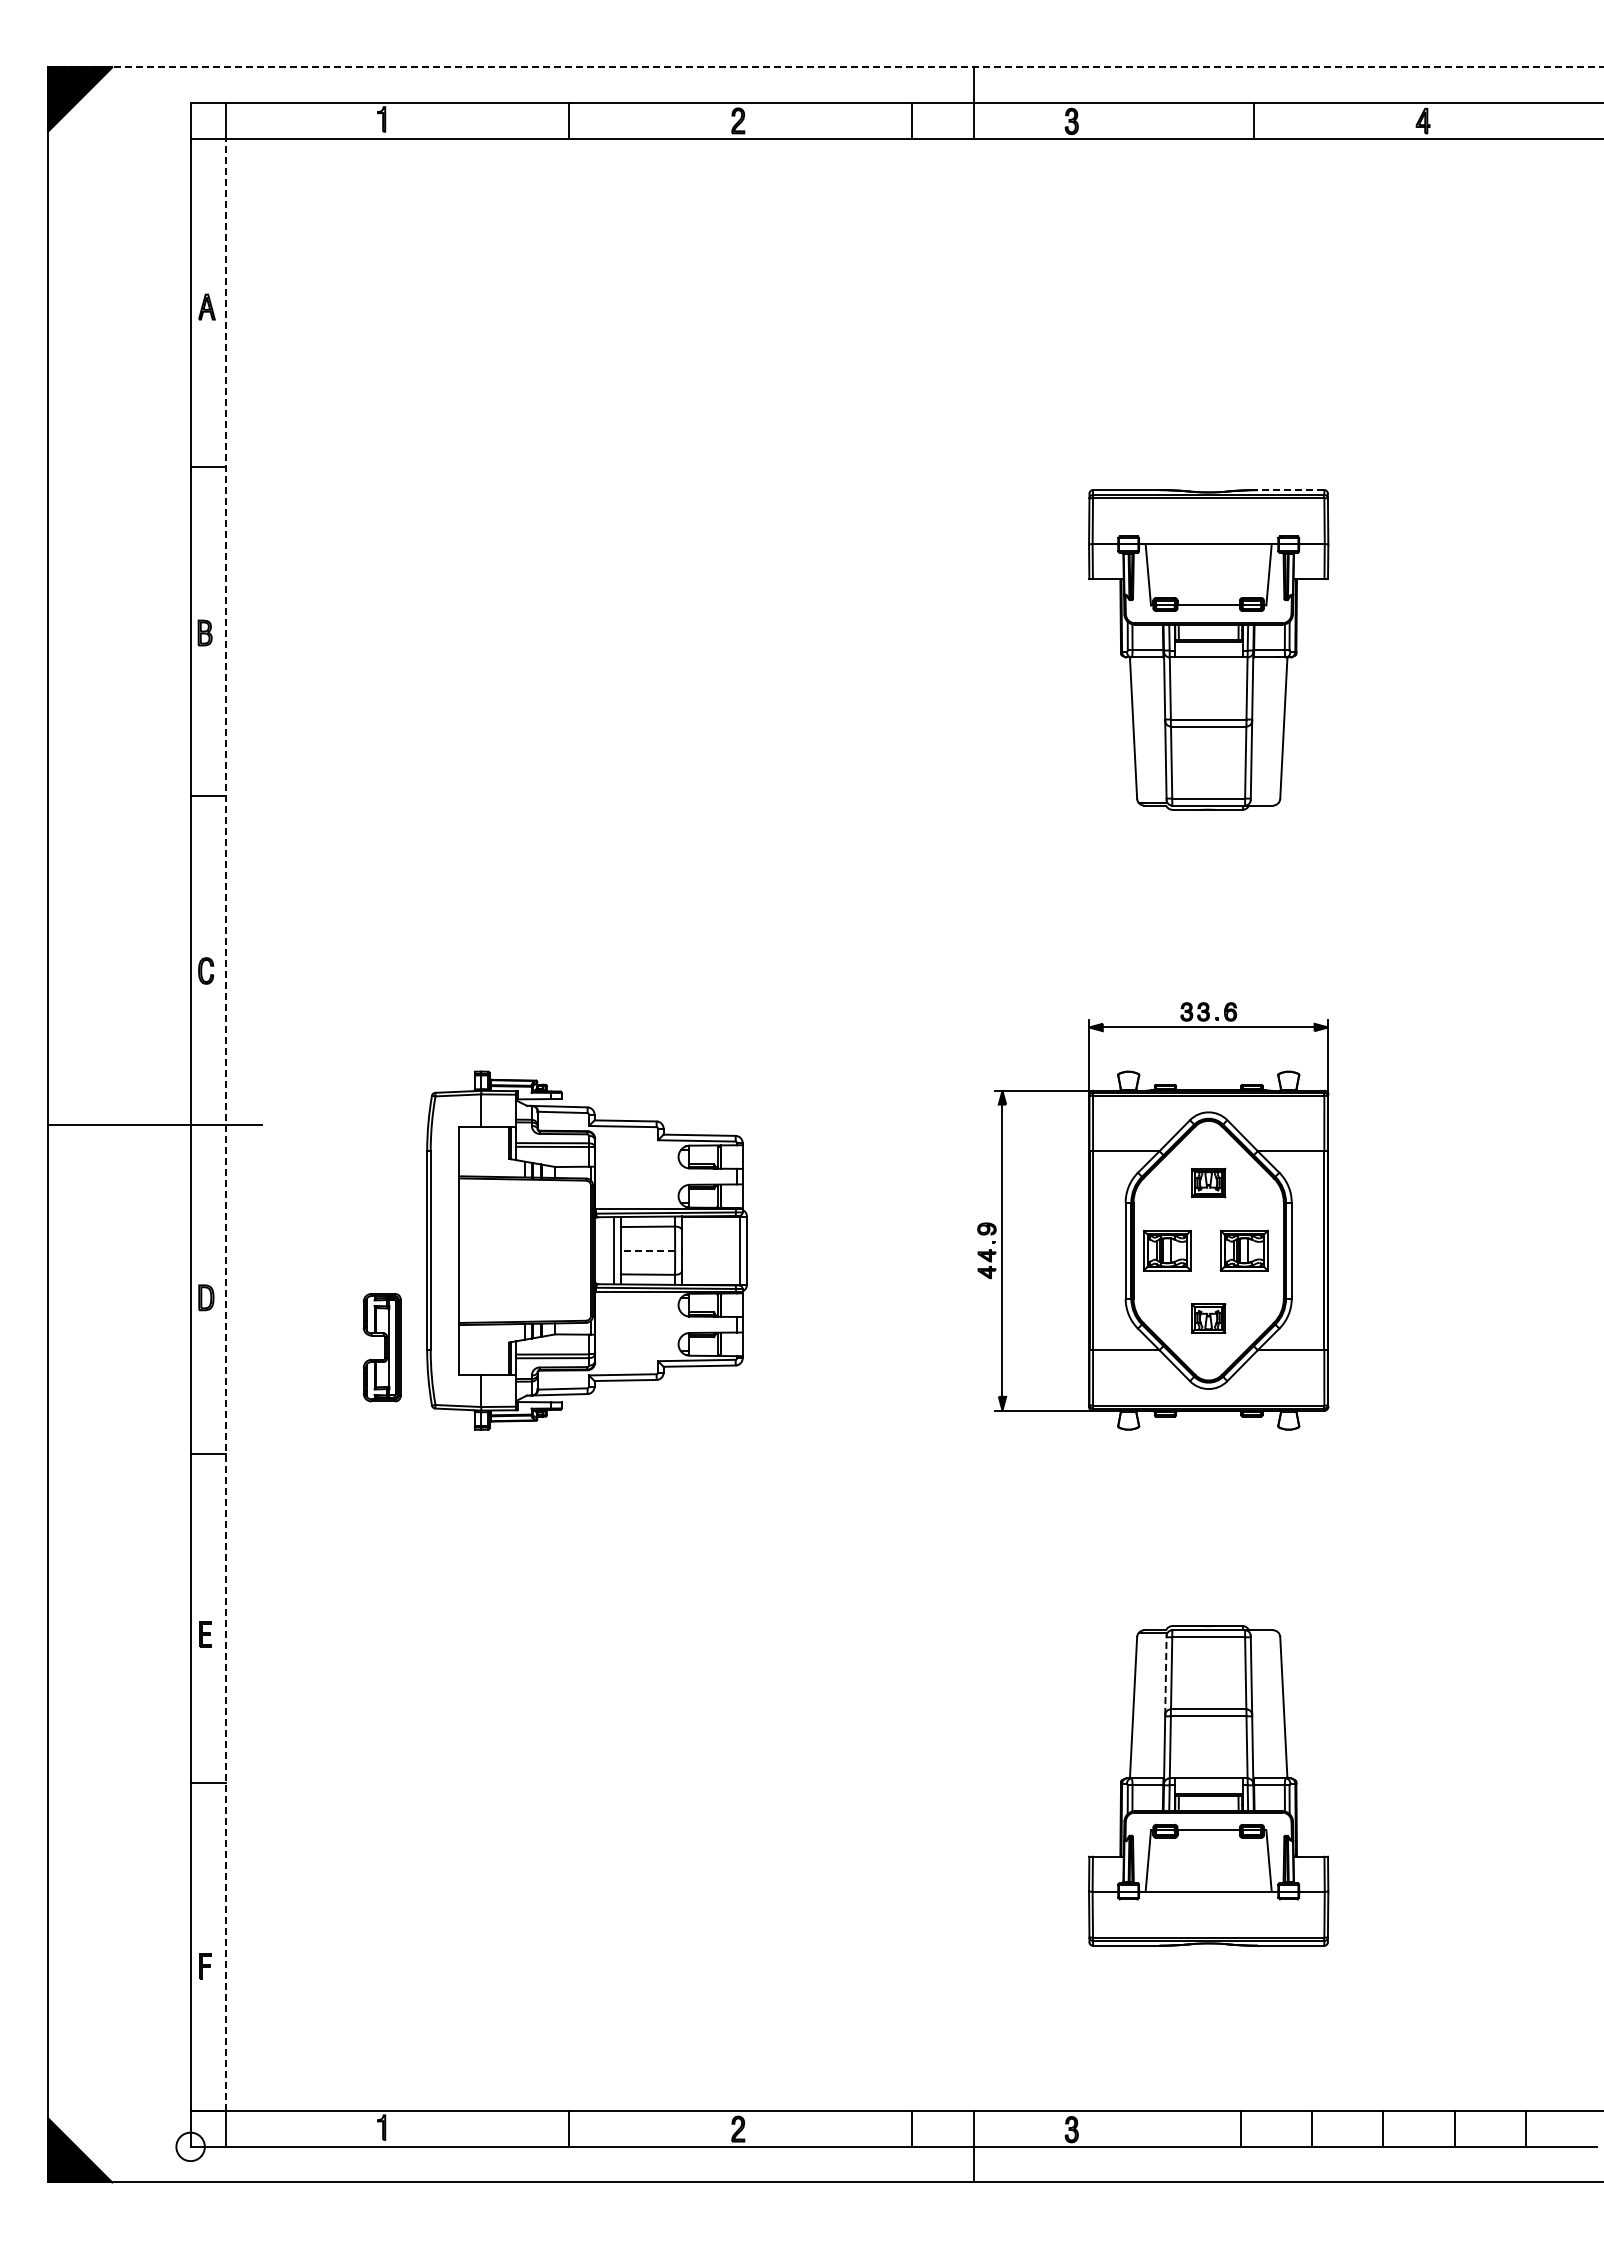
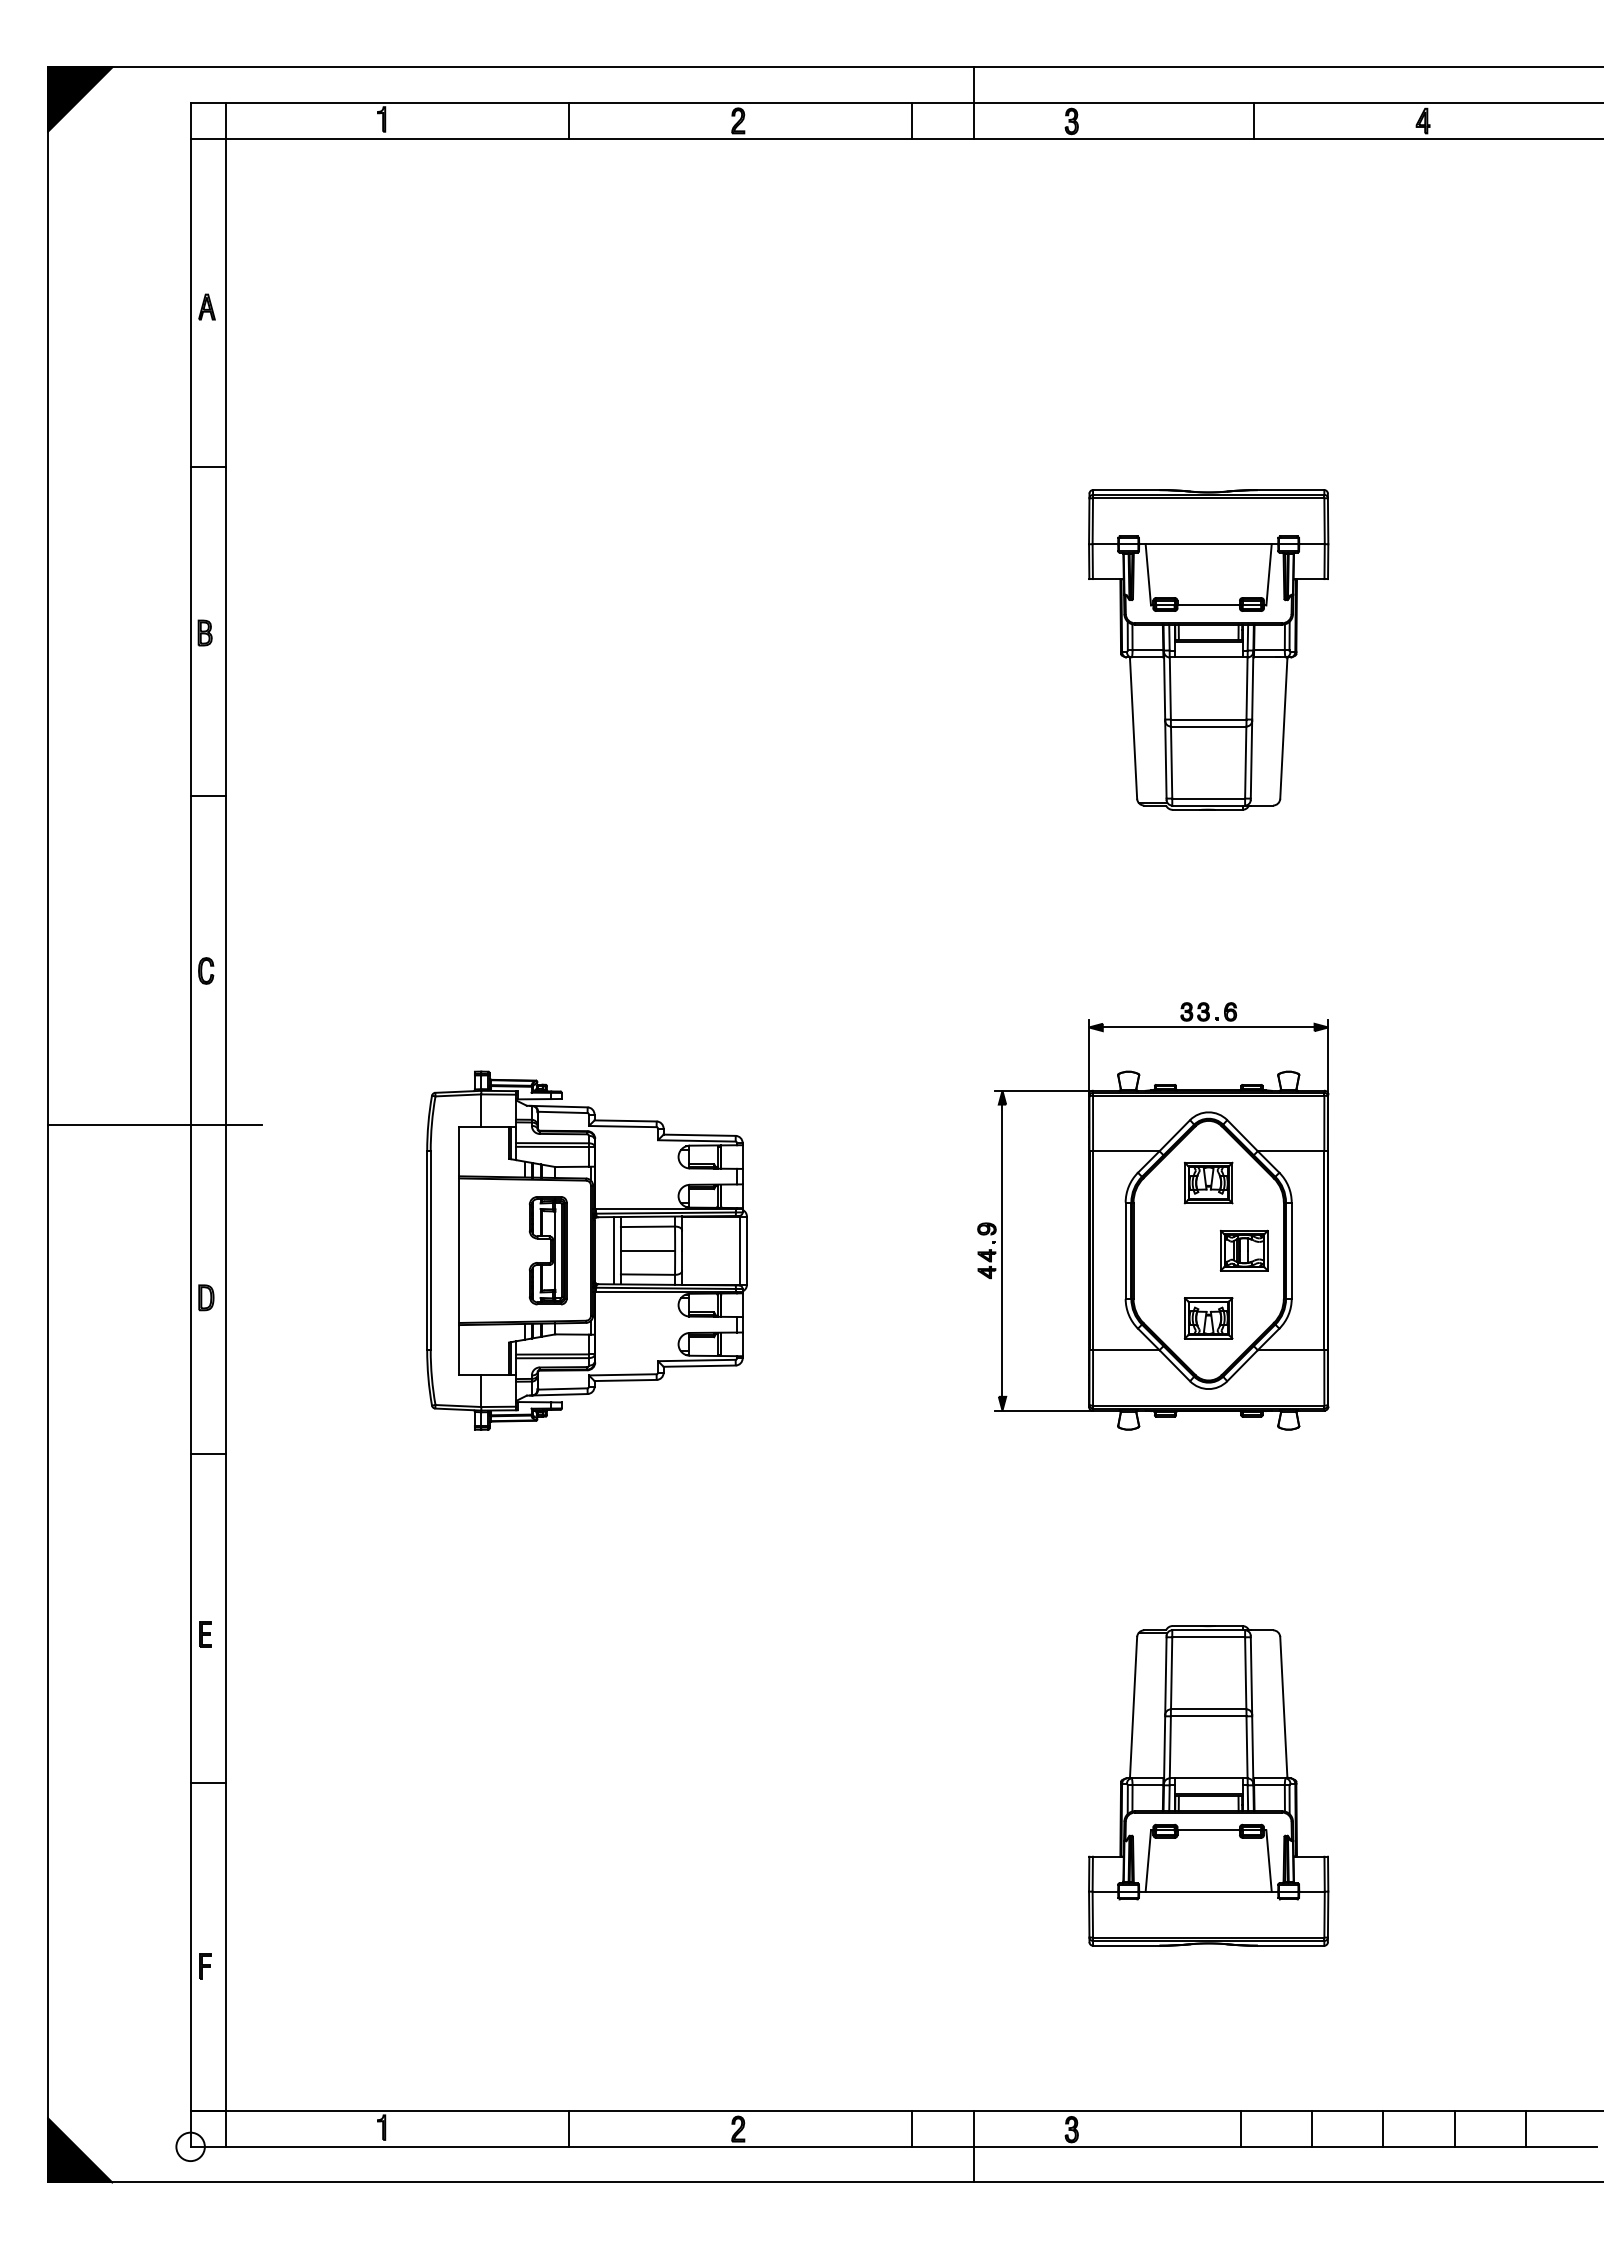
line at (826, 67): dashed -> solid
line at (1290, 490): dashed -> solid
line at (226, 1124): dashed -> solid
part at (1208, 1182) size: 36x32 px -> 51x44 px
line at (647, 1250): dashed -> solid
part at (1166, 1250): present -> none
part at (1208, 1318) size: 36x31 px -> 51x43 px
part at (381, 1347) position: (381, 1347) -> (547, 1250)
line at (1165, 1676): dashed -> solid
